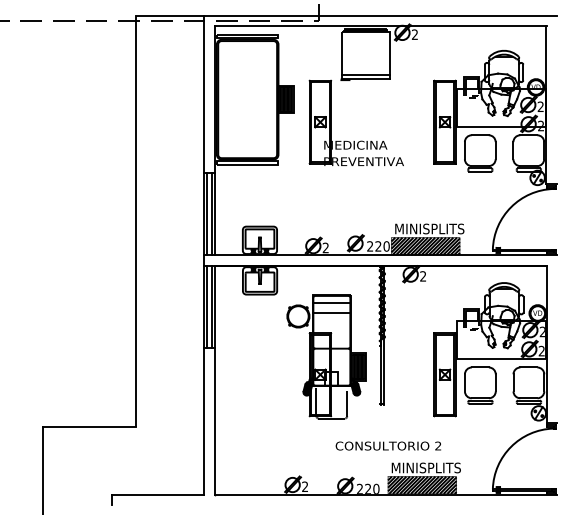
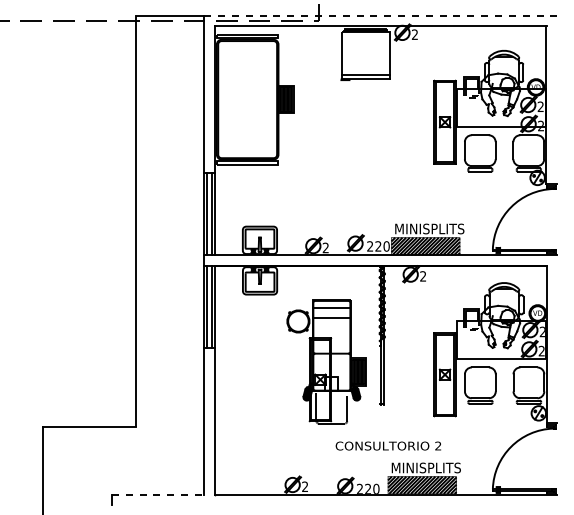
line at (381, 15): solid -> dashed
part at (360, 140): present -> none
part at (326, 356) position: (326, 356) -> (326, 361)
line at (158, 495): solid -> dashed
